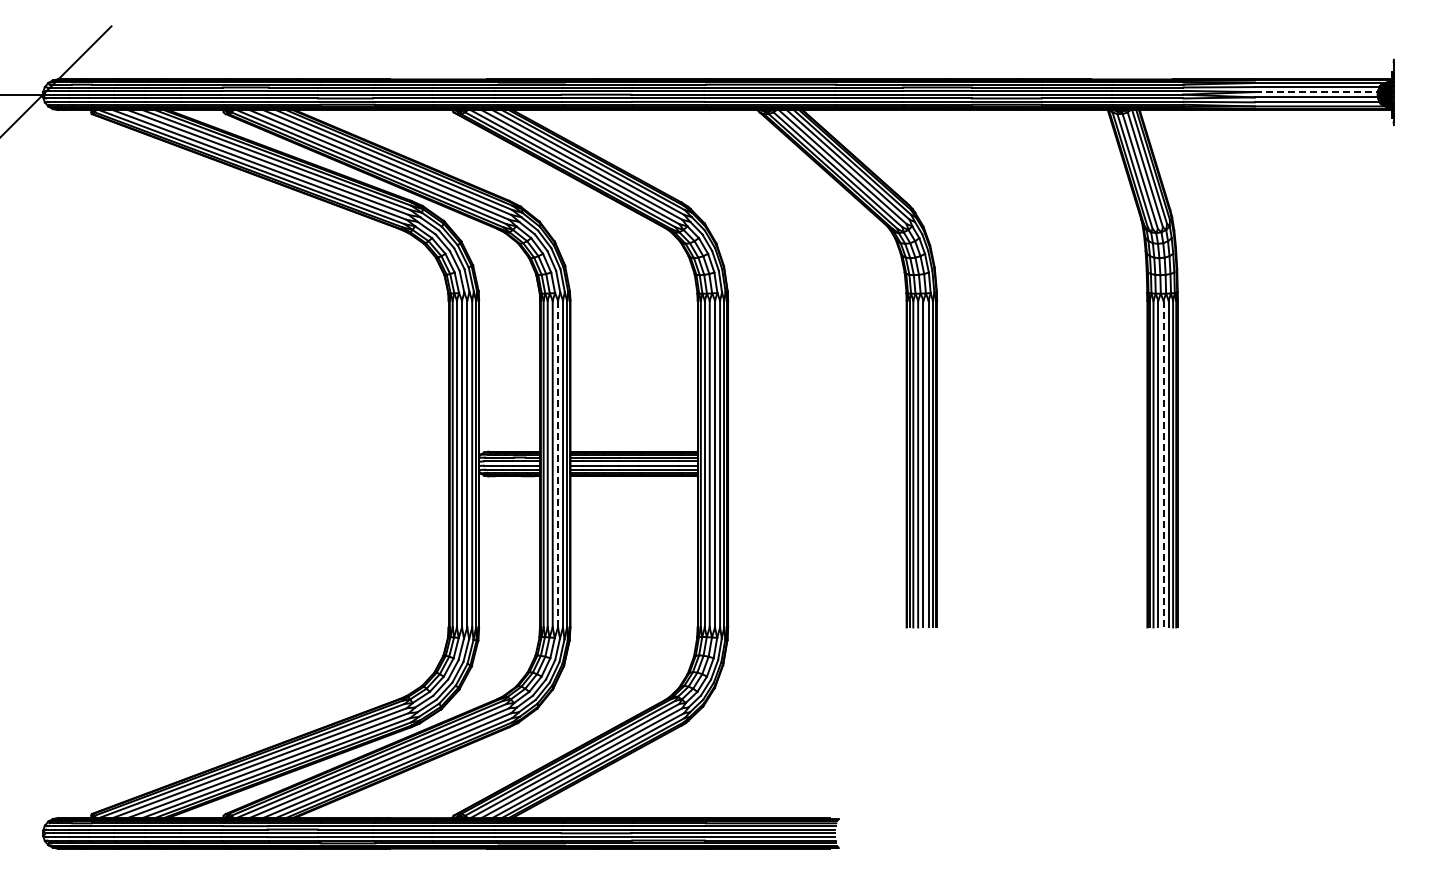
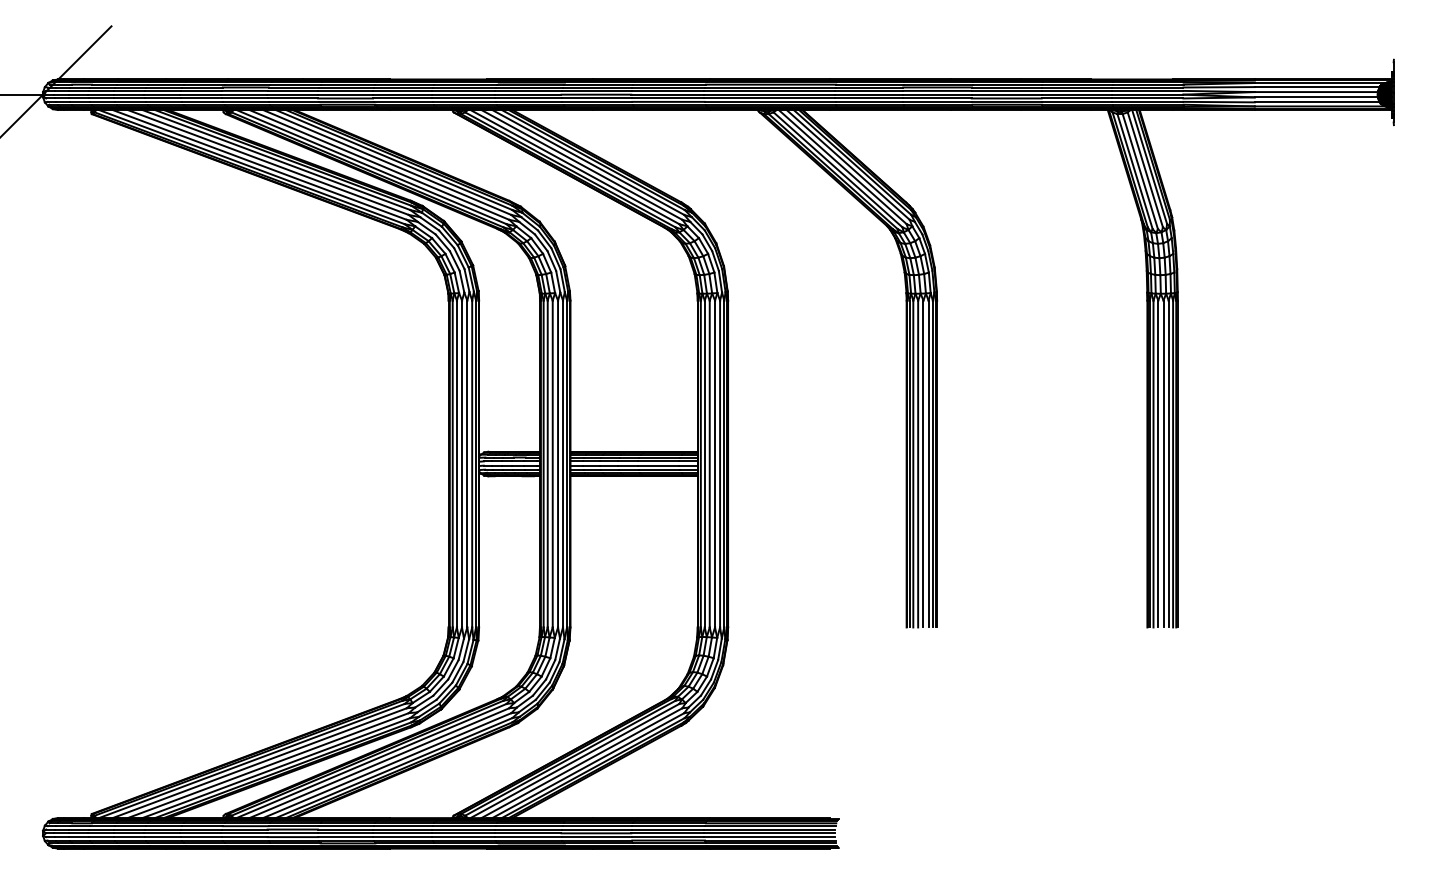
line at (1316, 92): dashed -> solid
line at (558, 464): dashed -> solid
line at (1163, 464): dashed -> solid
